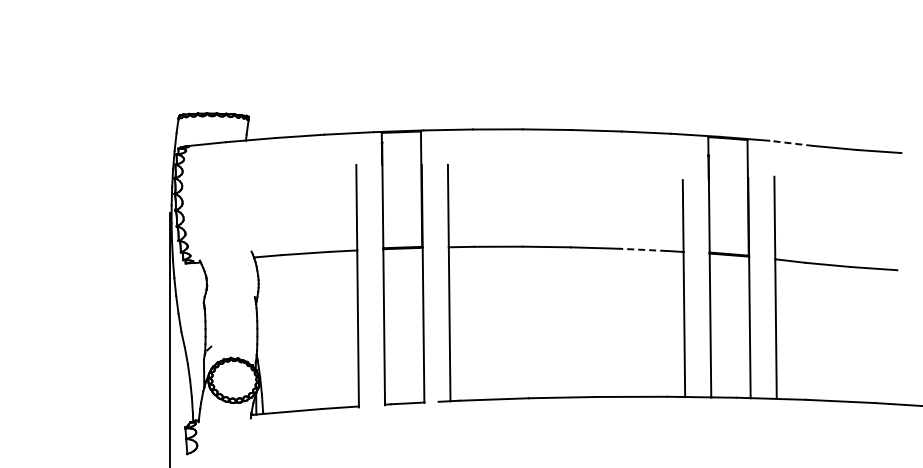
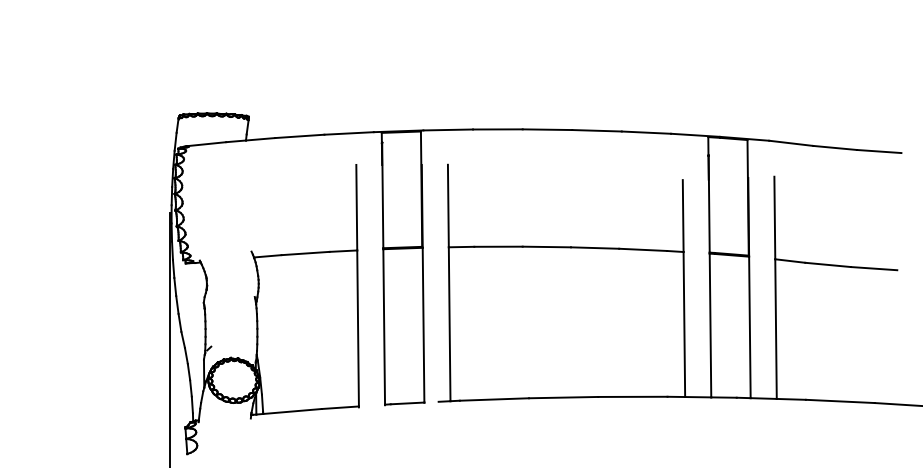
line at (790, 143): dashed -> solid
line at (642, 249): dashed -> solid
